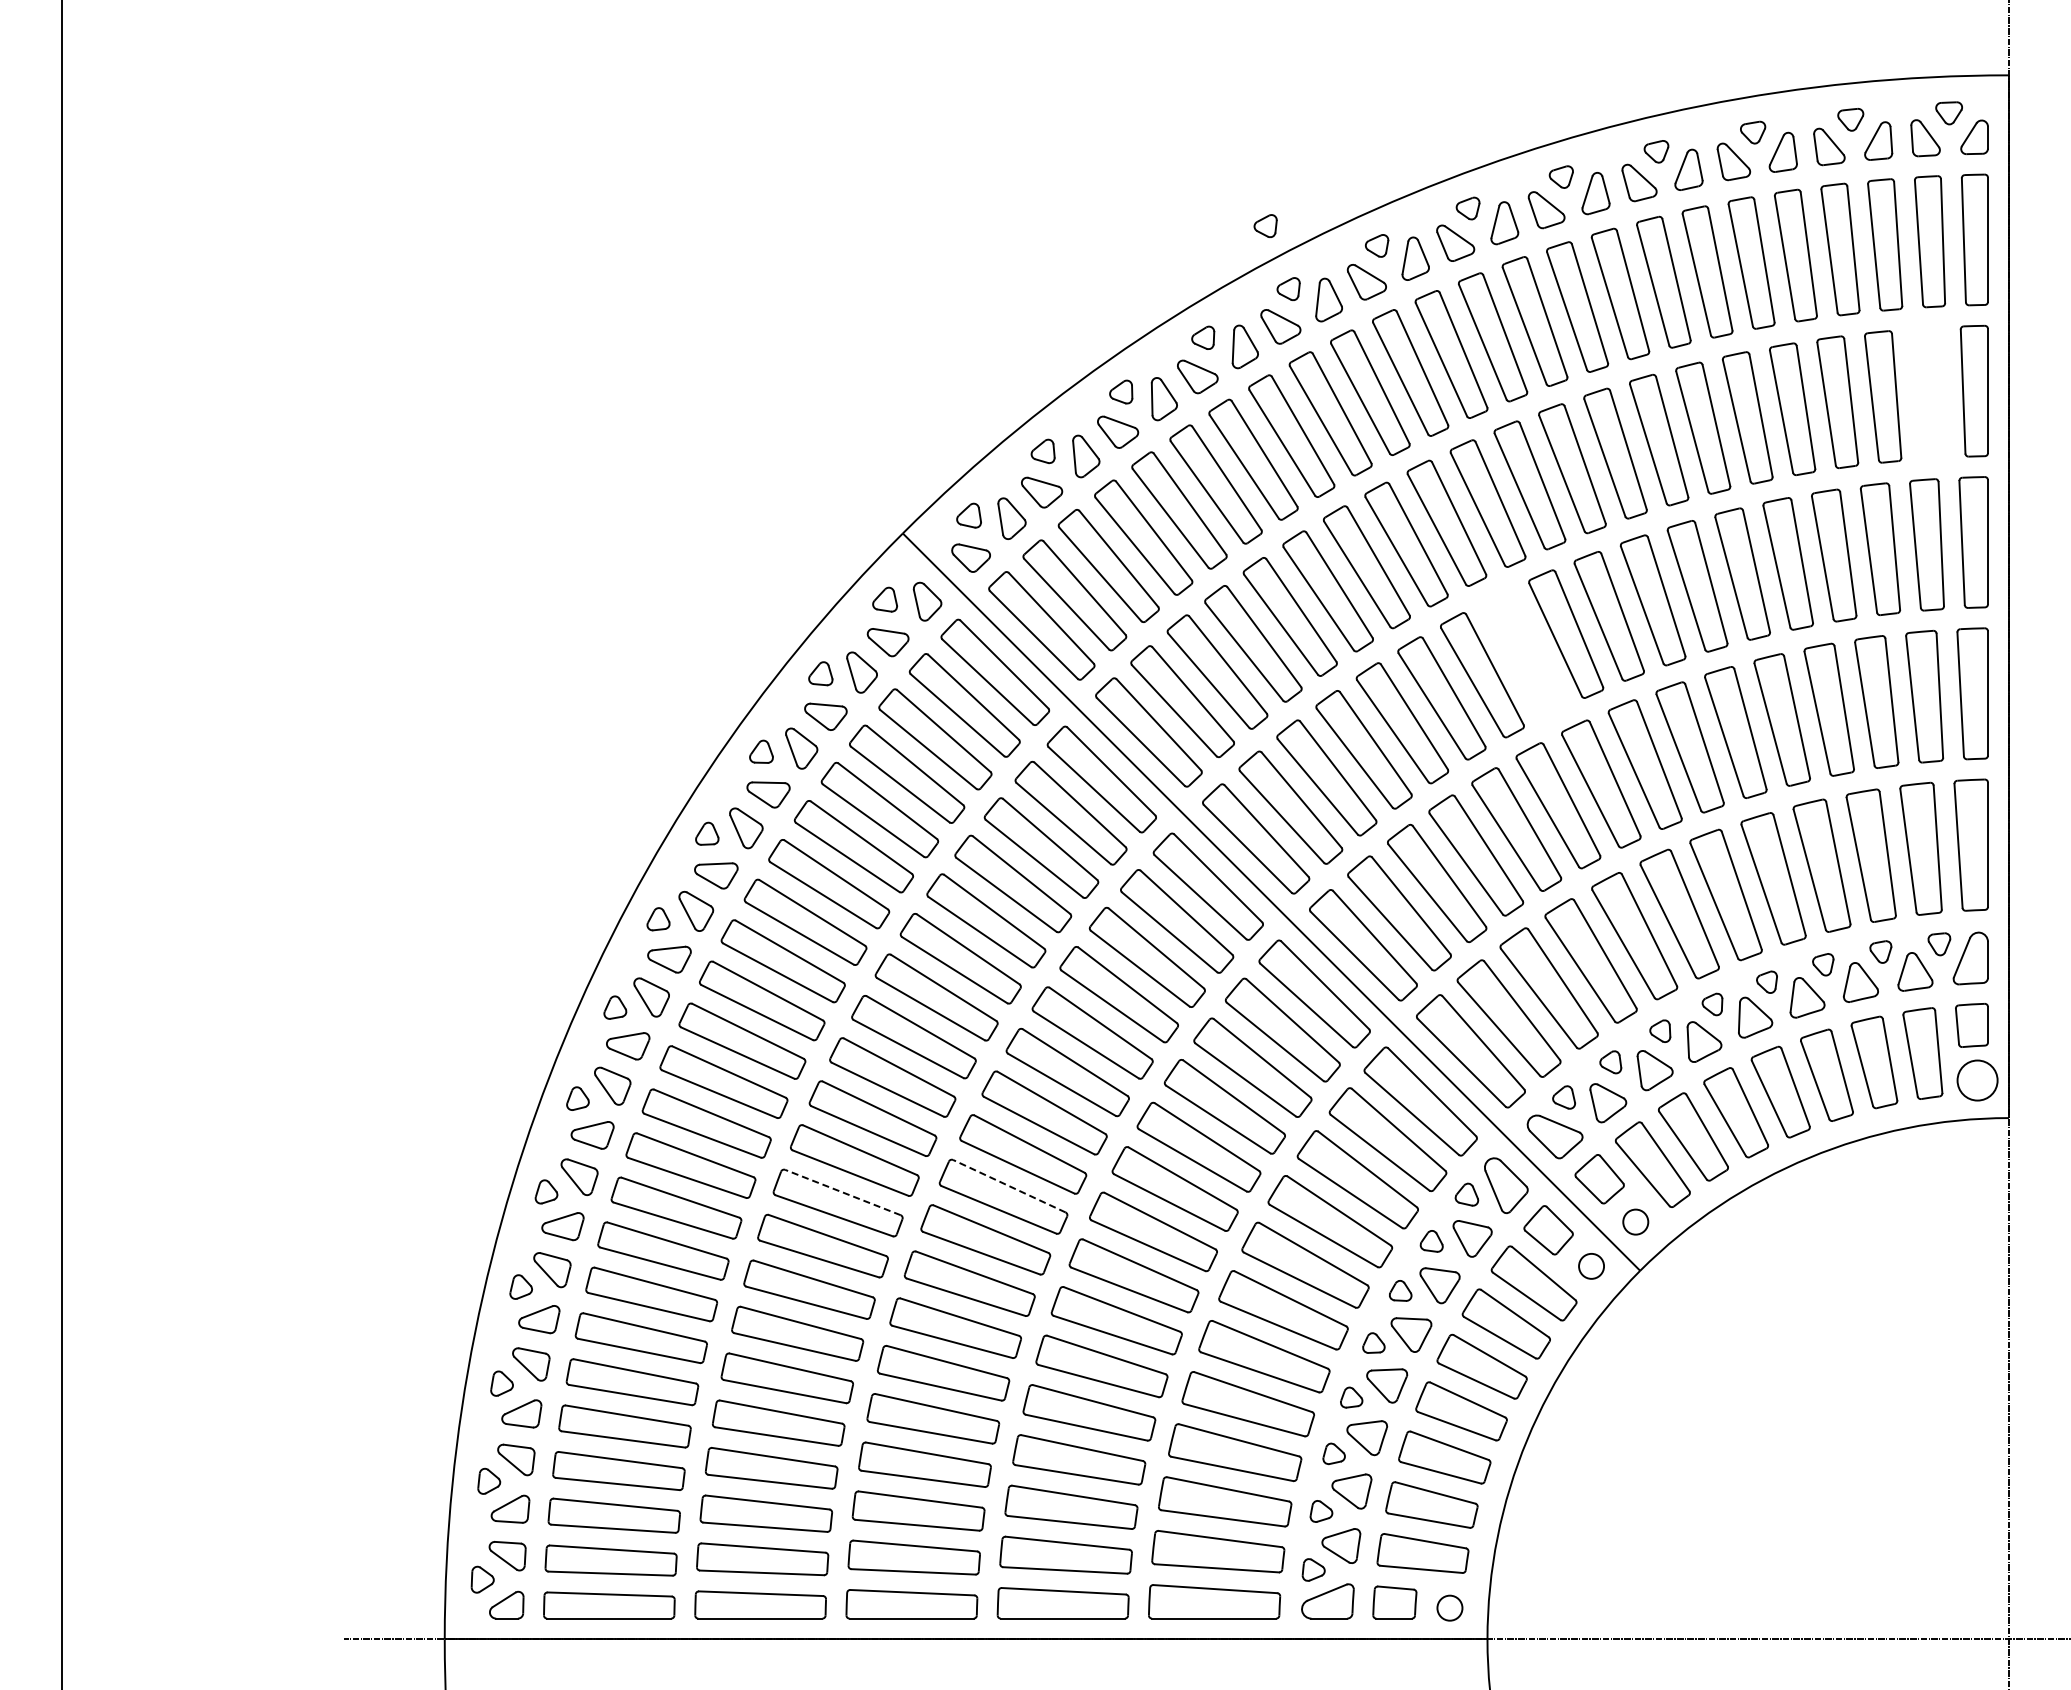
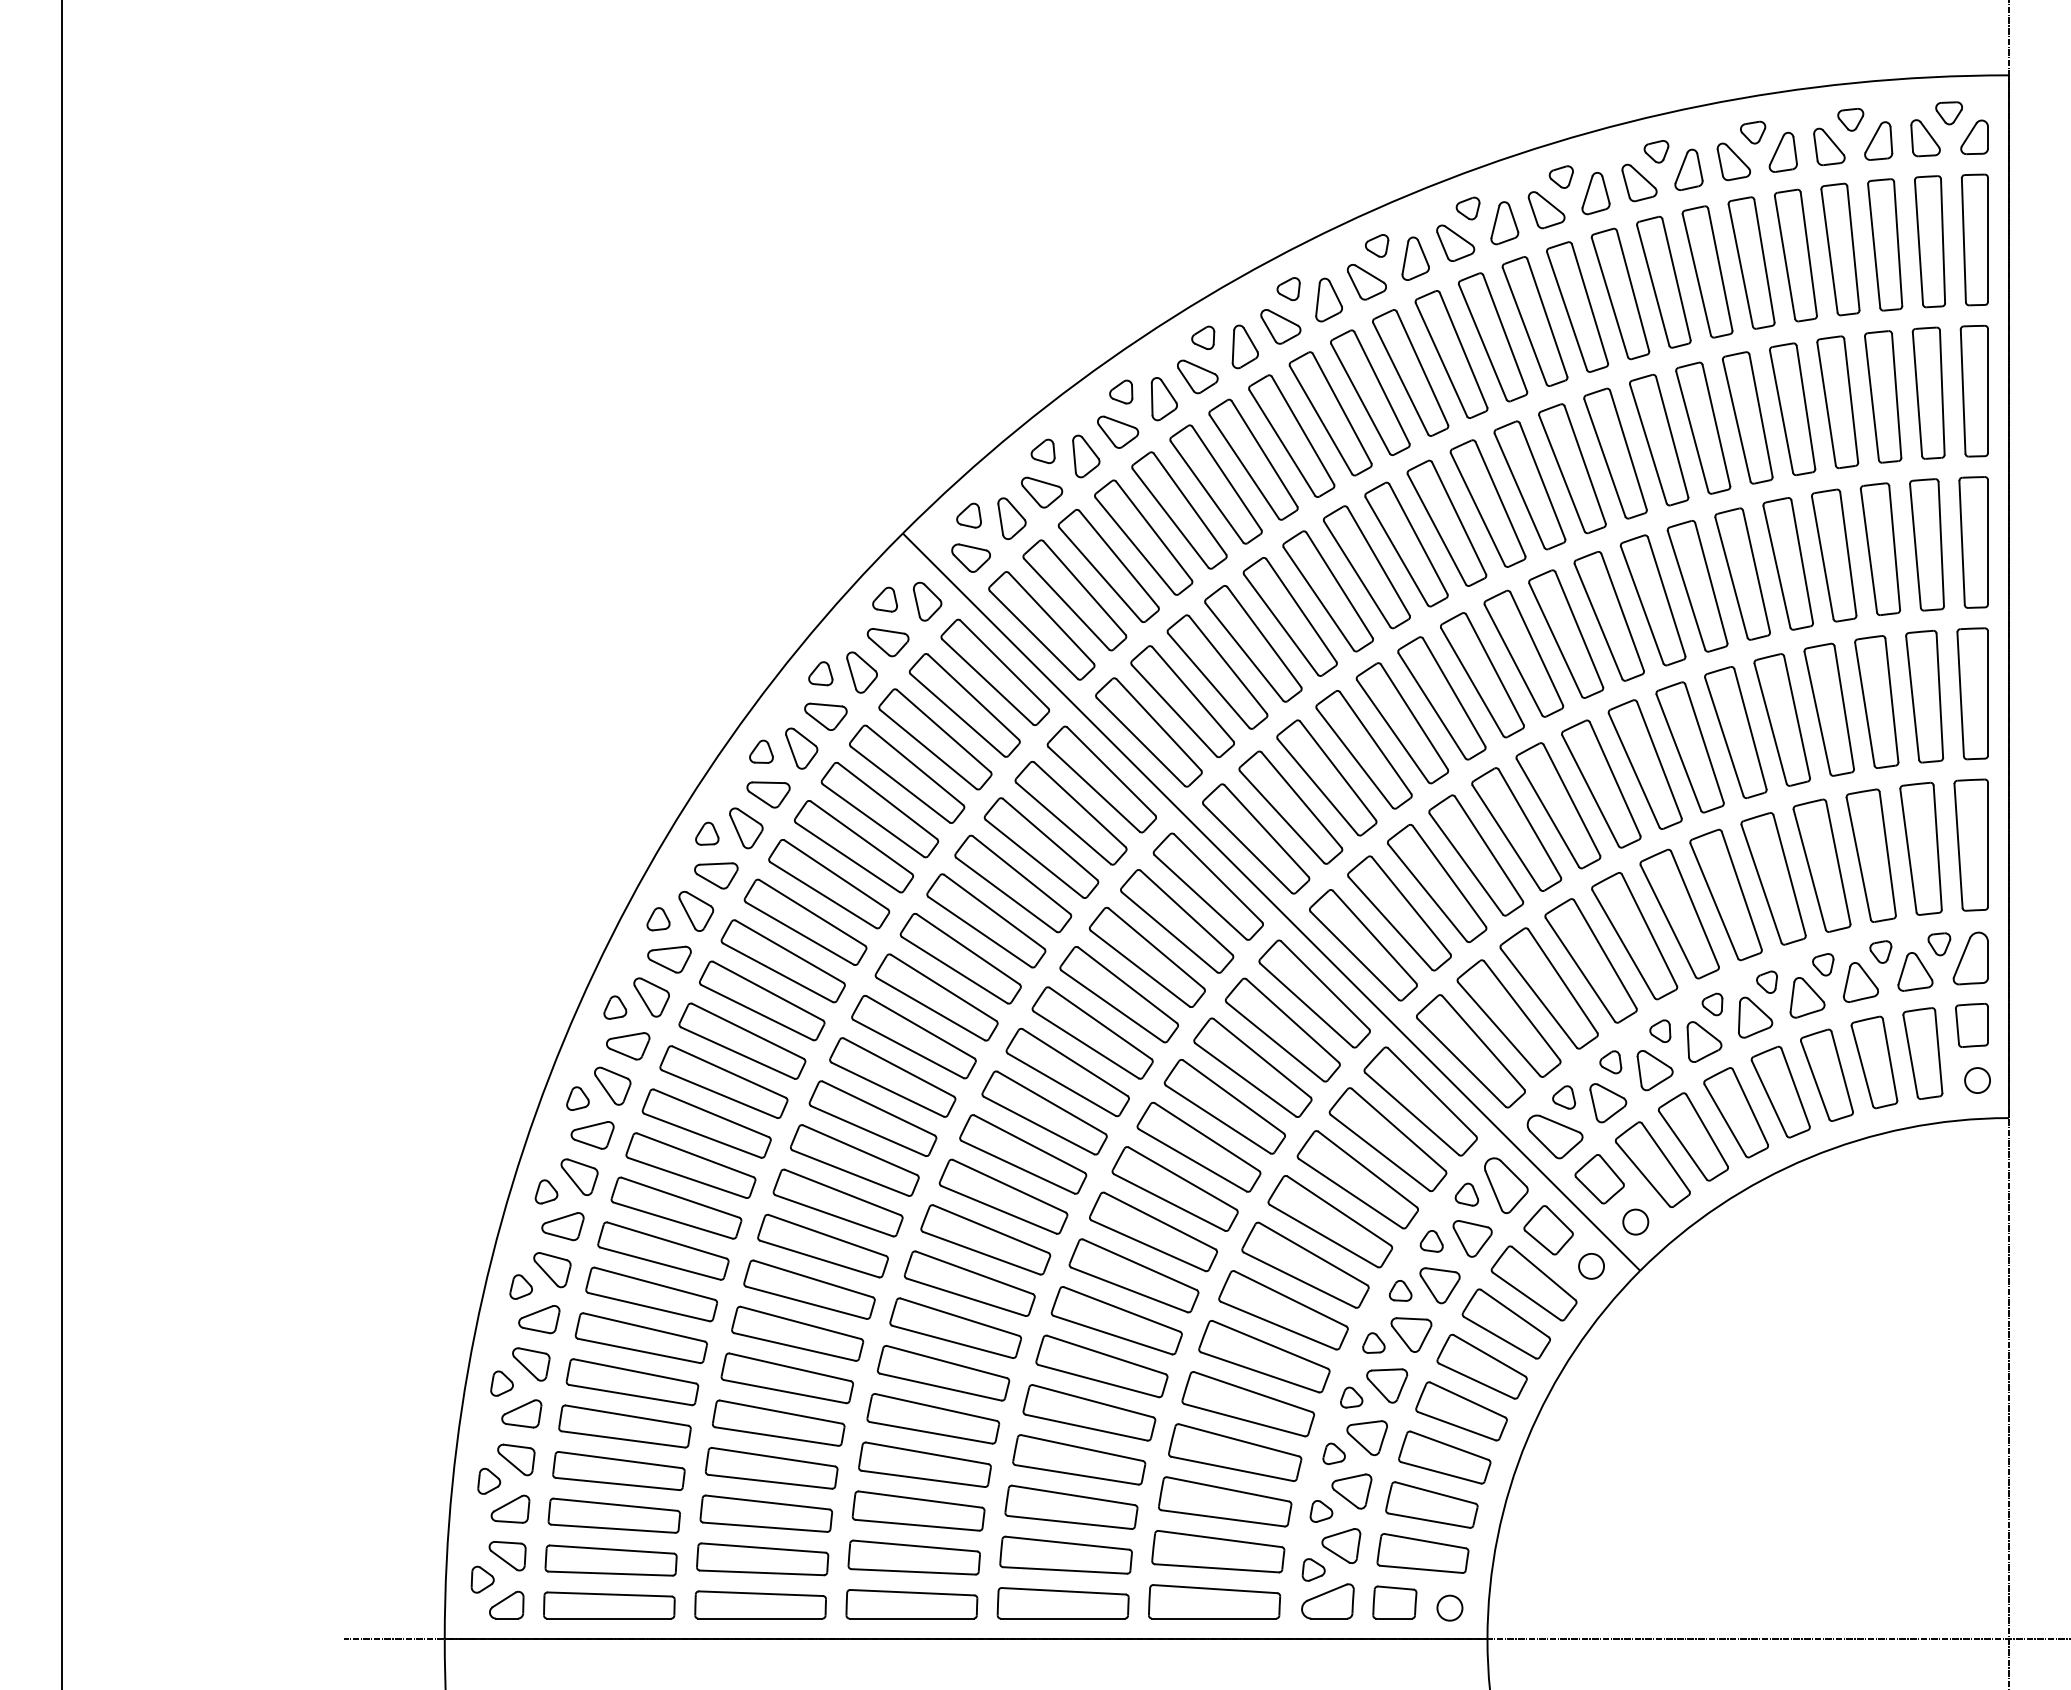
part at (1265, 225): present -> none
part at (1928, 392): none -> present
part at (1523, 653): none -> present
circle at (1977, 1080) diameter: 40 px -> 25 px
line at (1008, 1186): dashed -> solid
line at (842, 1192): dashed -> solid
